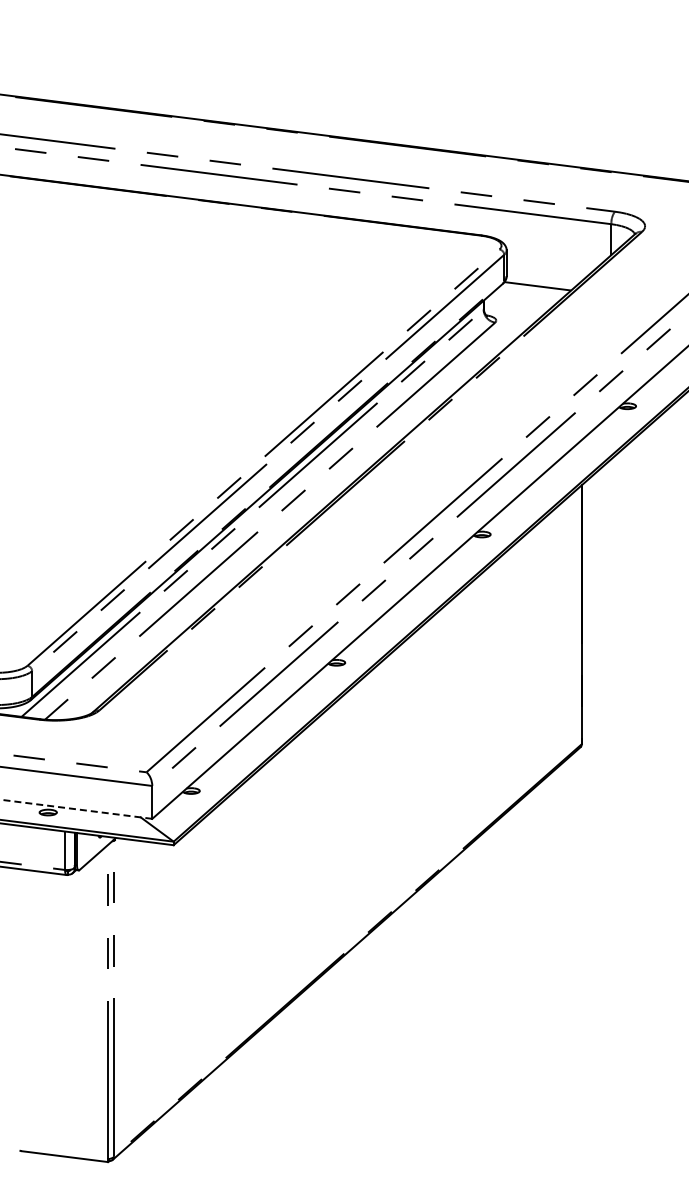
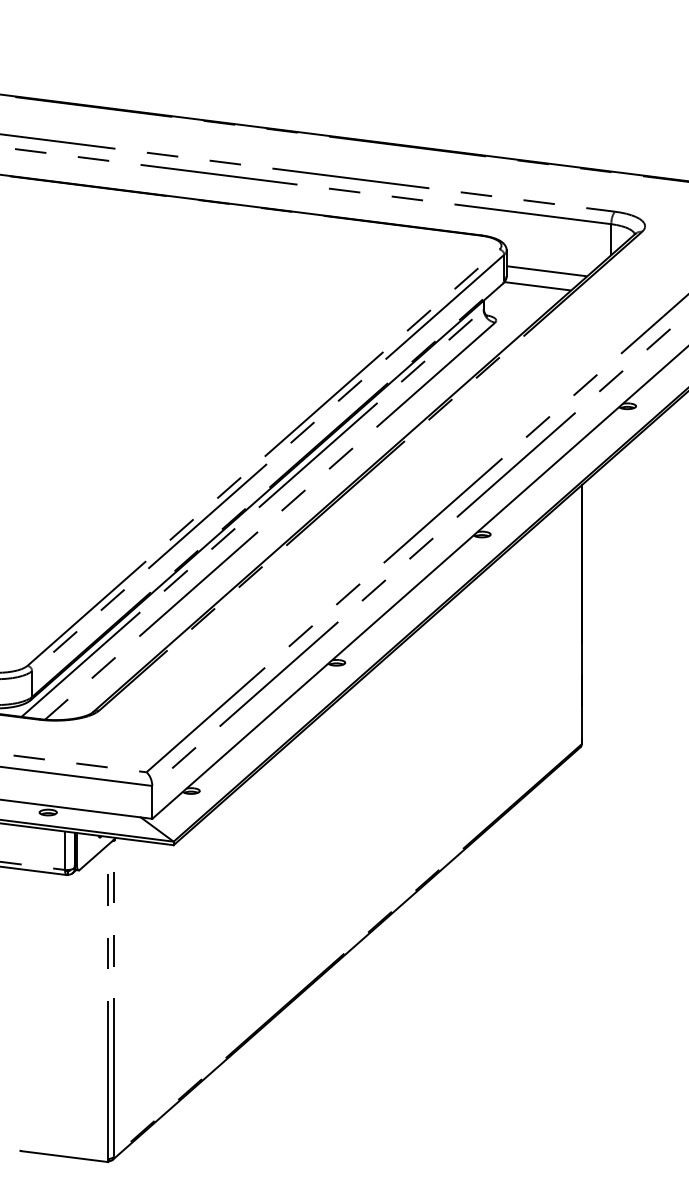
line at (546, 271): none -> present
line at (75, 809): dashed -> solid
